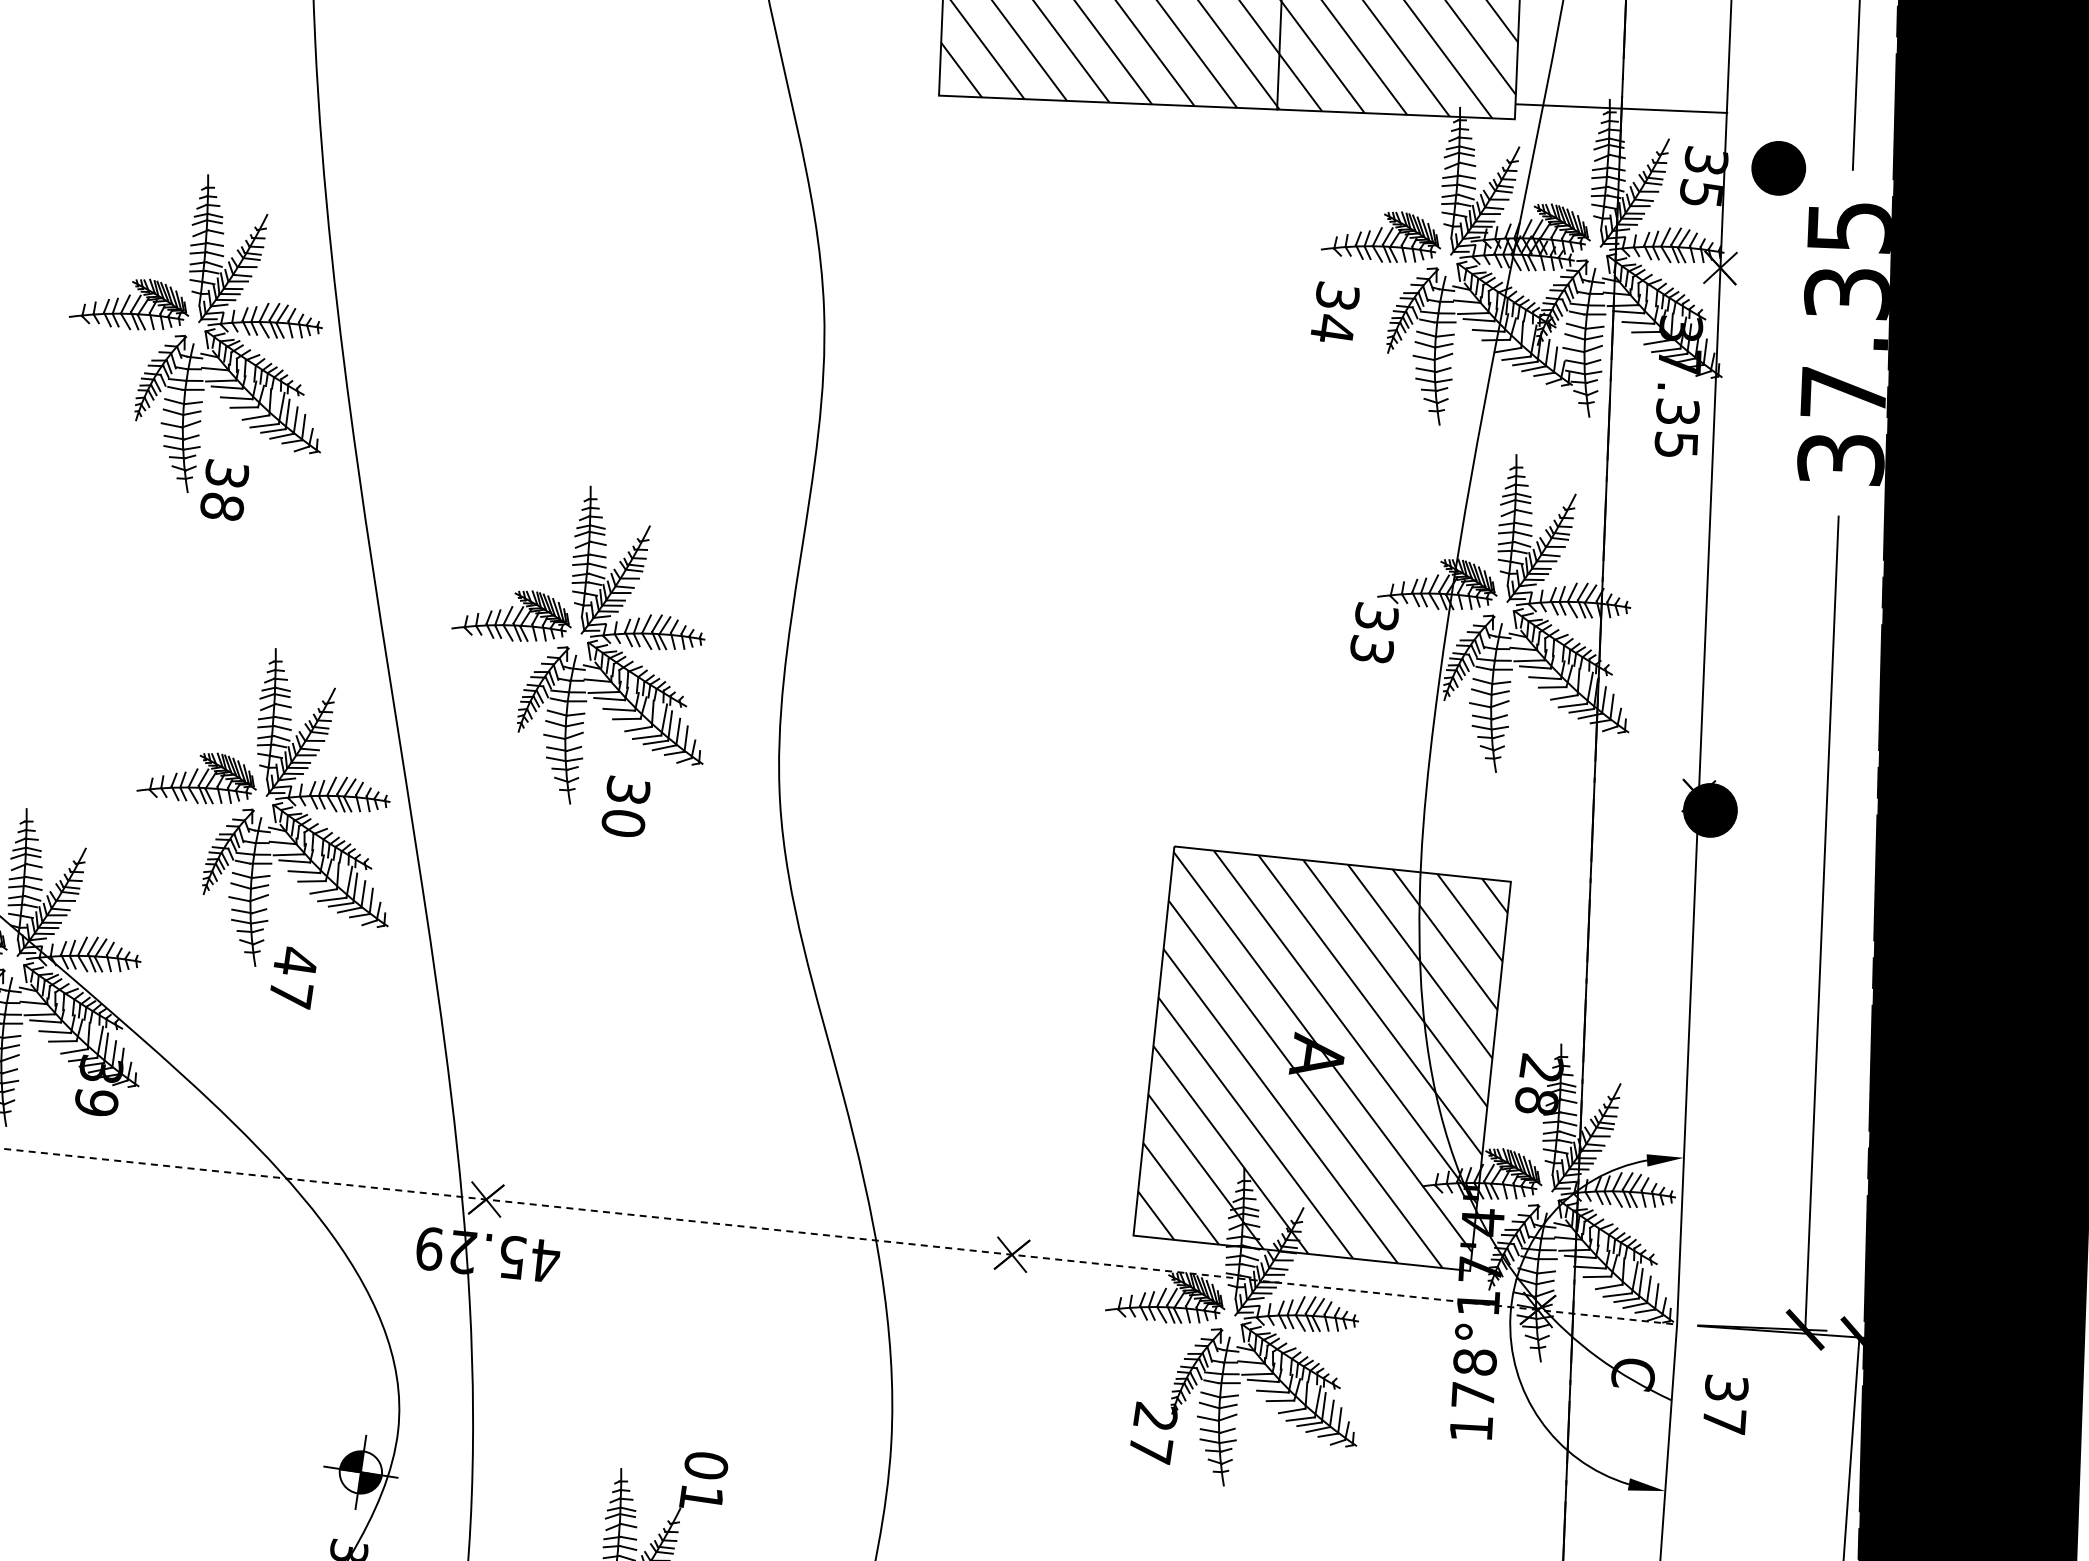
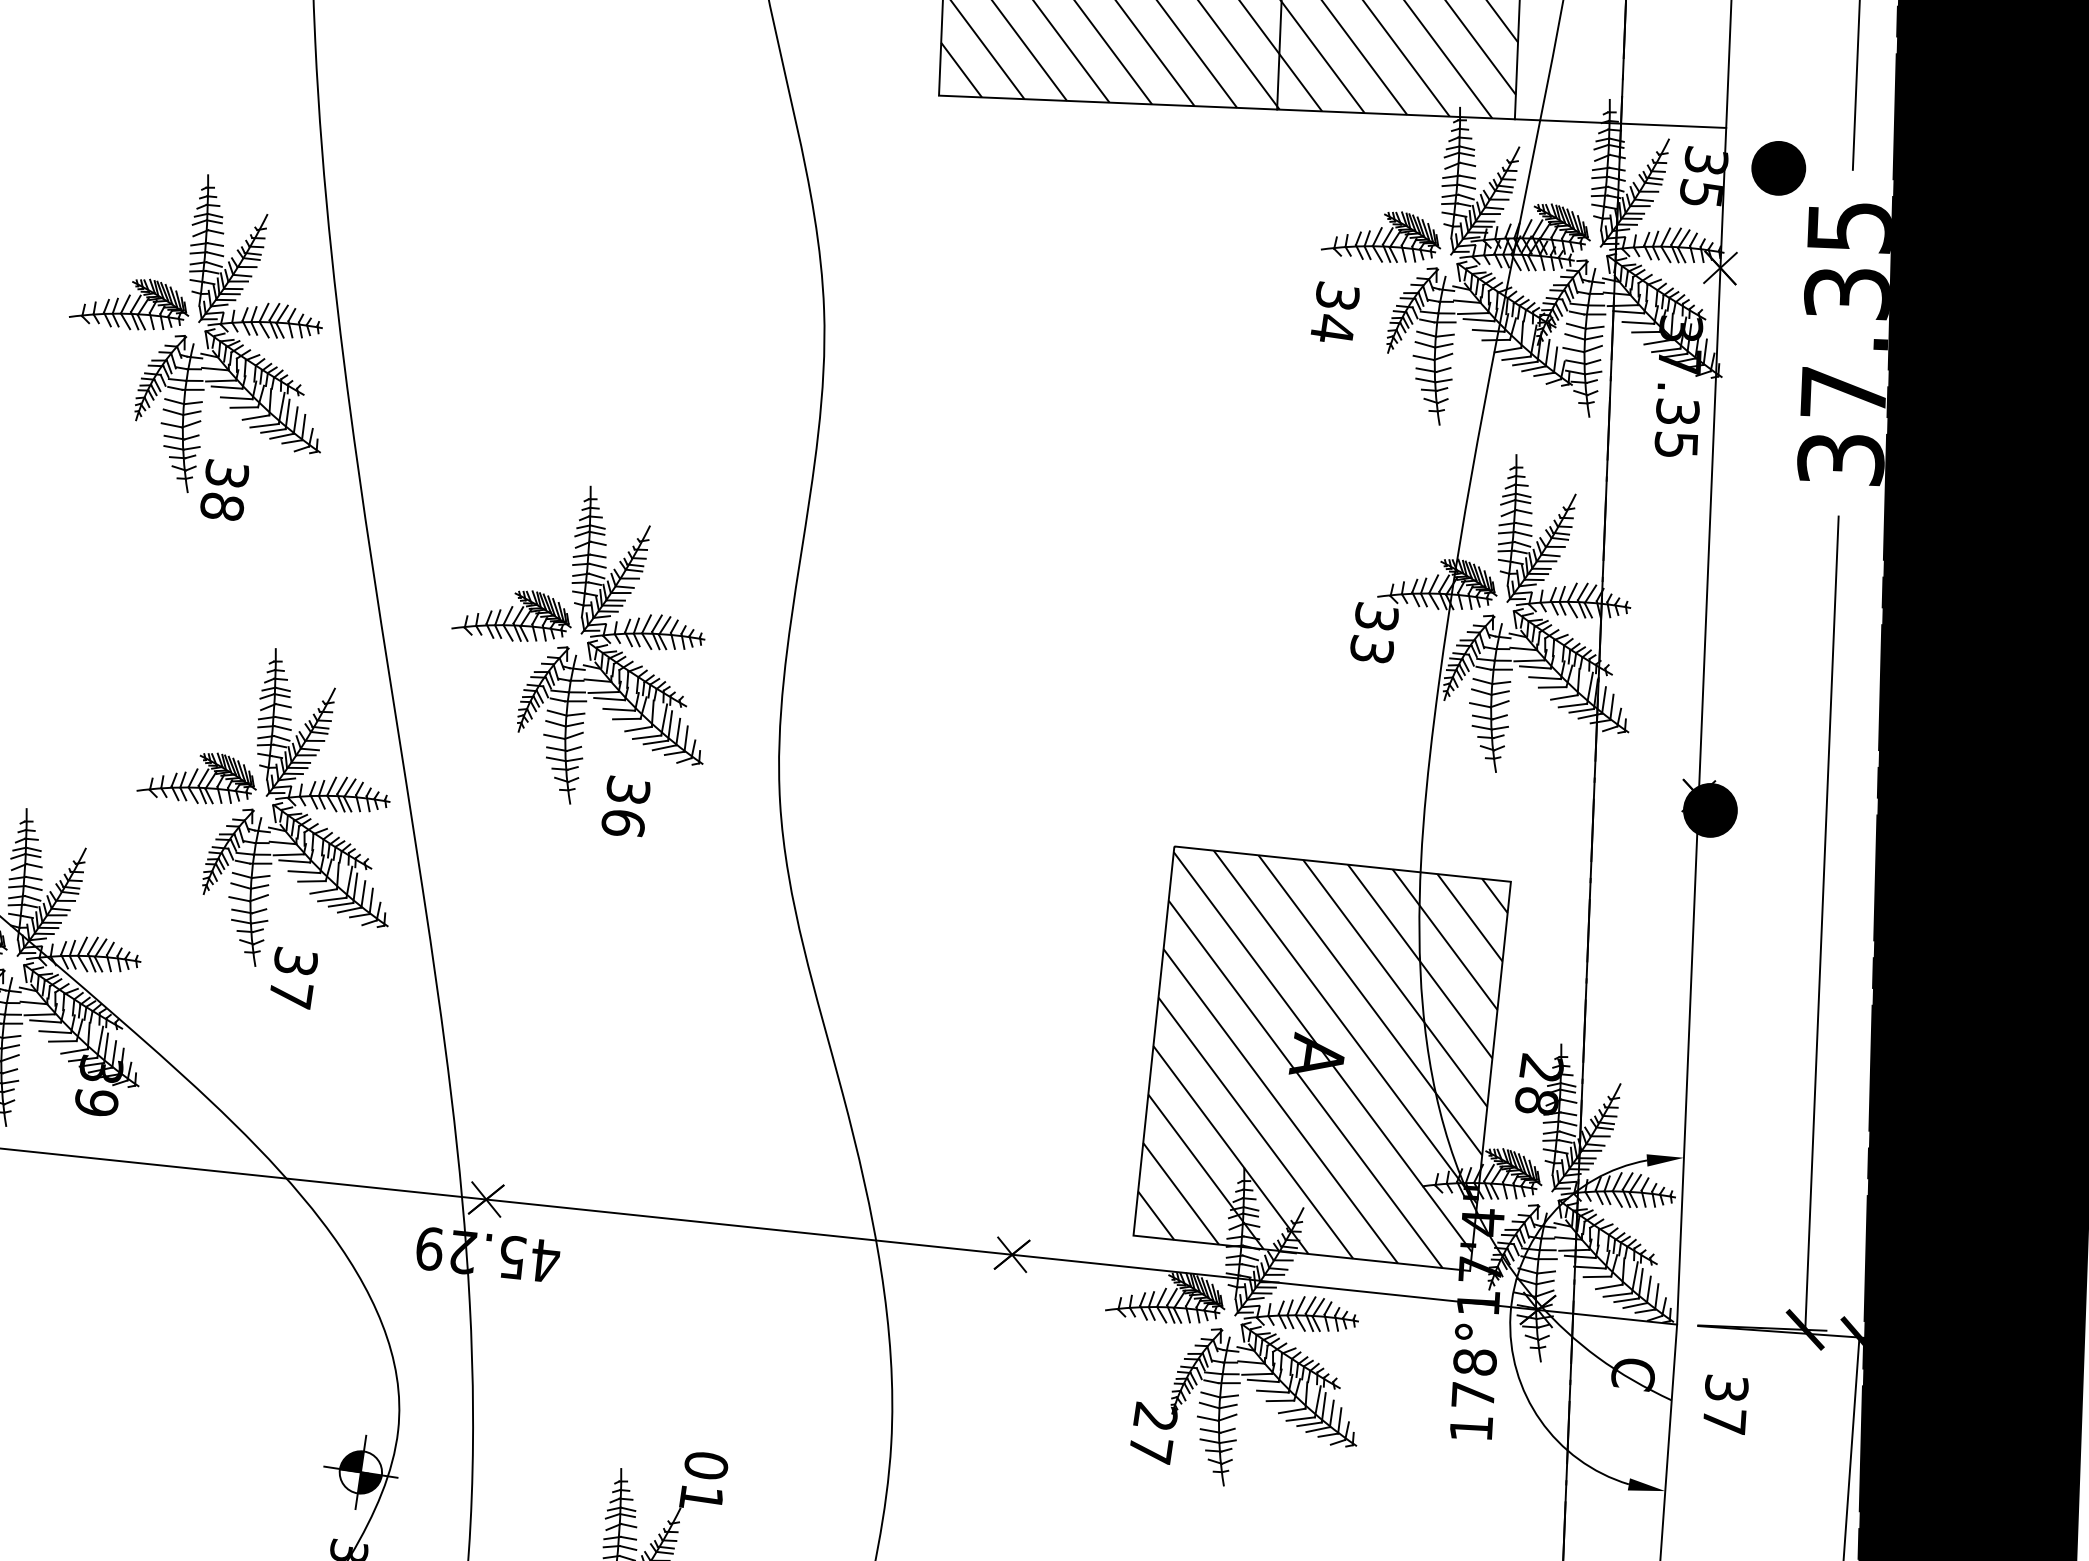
line at (1621, 108) position: (1621, 108) -> (1620, 123)
text at (623, 823): 30 -> 36
text at (295, 960): 47 -> 37
line at (838, 1236): dashed -> solid
